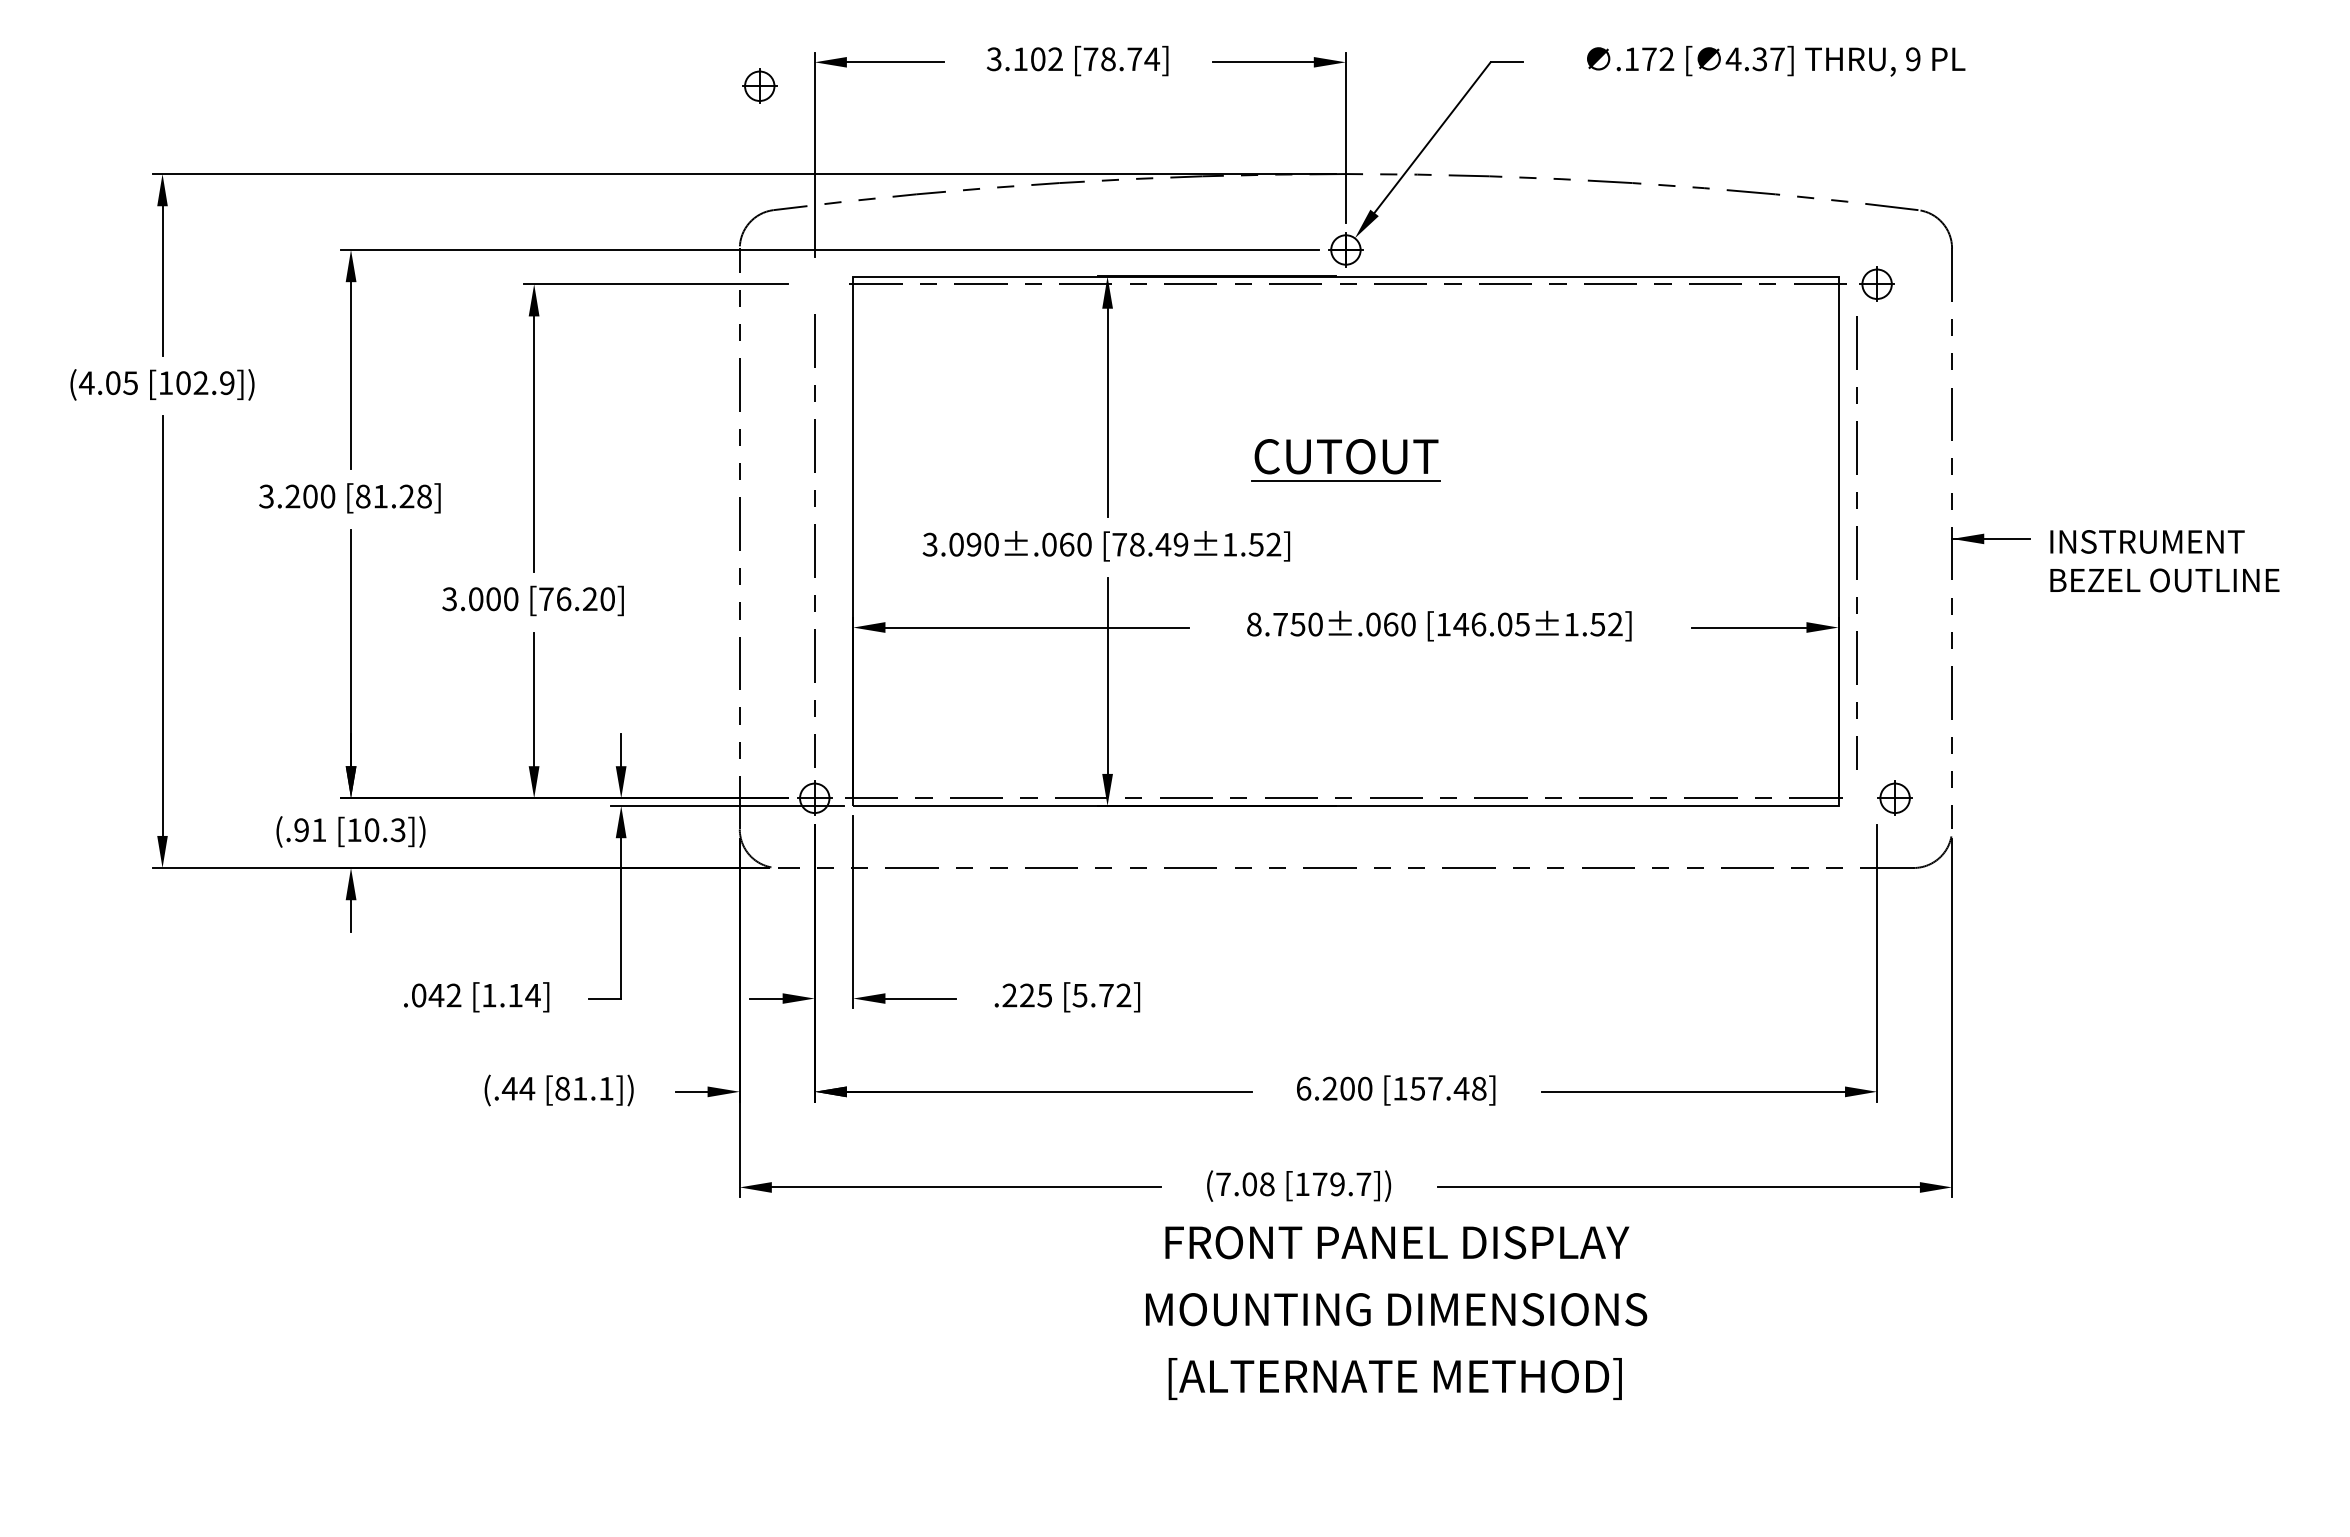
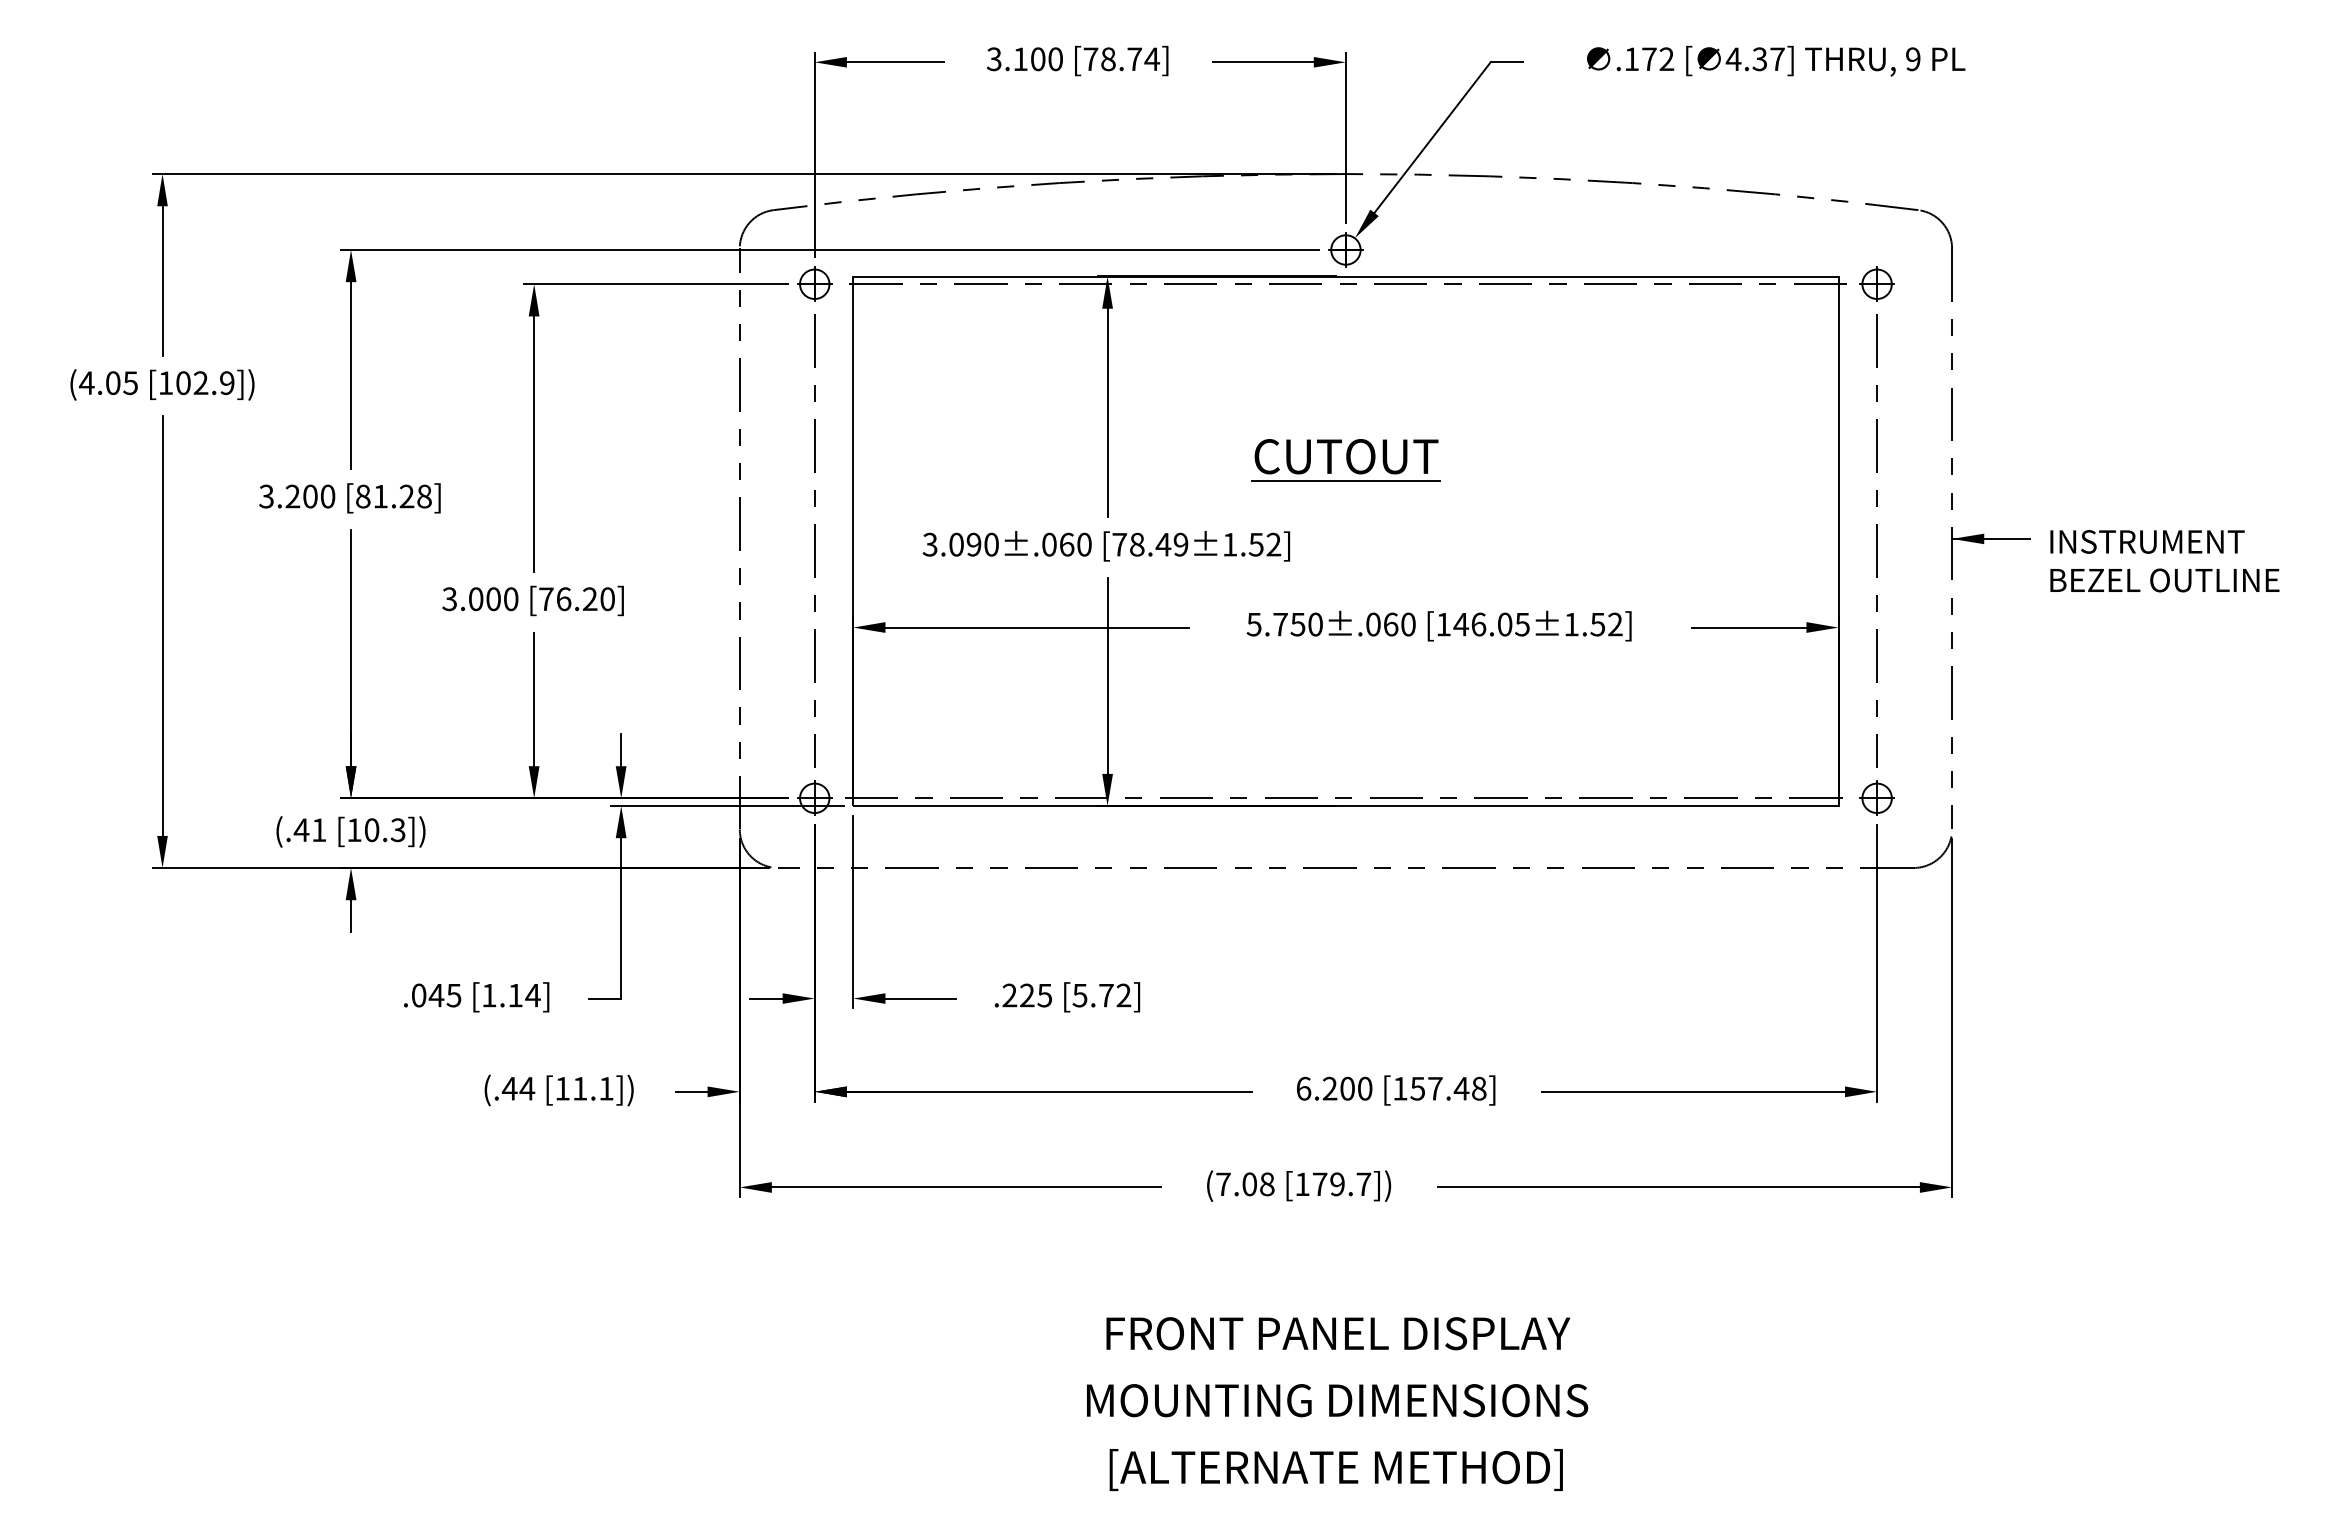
text at (1055, 59): 3.102 -> 3.100
part at (759, 85) position: (759, 85) -> (814, 283)
line at (1856, 542) position: (1856, 542) -> (1876, 540)
text at (1253, 624): 8.750±.060 -> 5.750±.060
part at (1894, 797) position: (1894, 797) -> (1876, 797)
text at (301, 830): (.91 -> (.41
text at (453, 995): .042 -> .045
text at (562, 1088): [81.1]) -> [11.1])
text at (1396, 1312) position: (1396, 1312) -> (1337, 1403)
